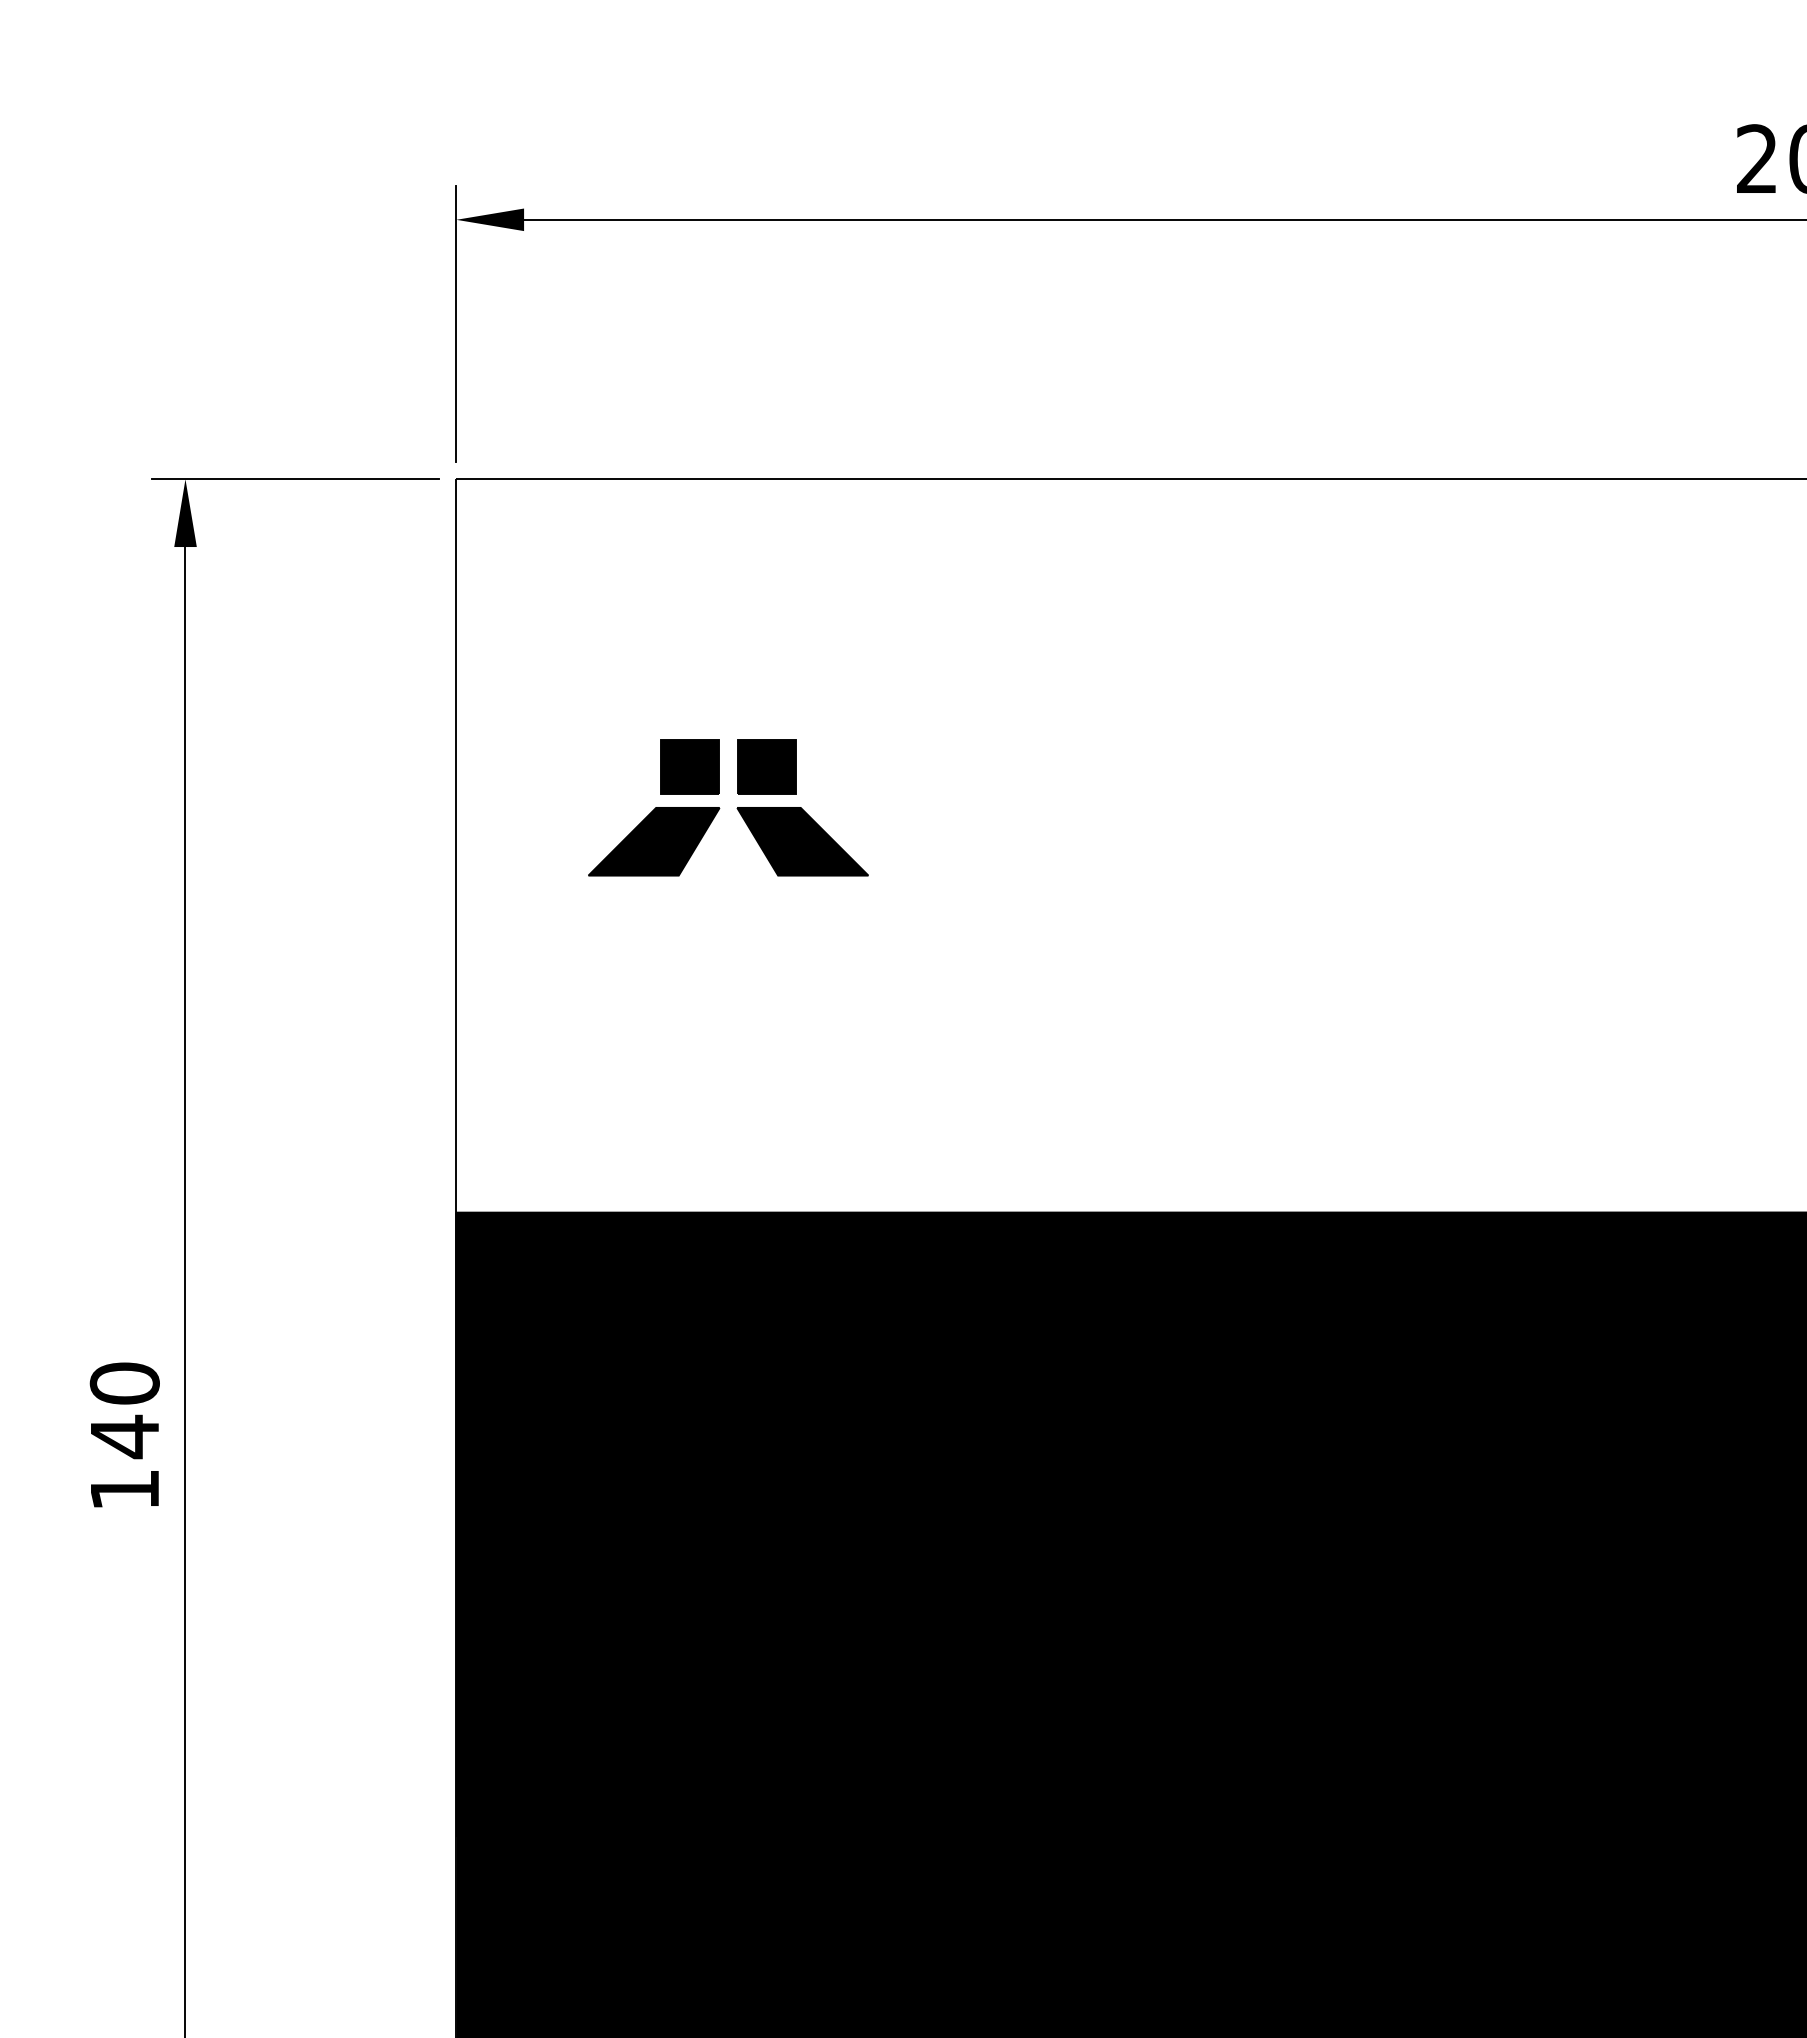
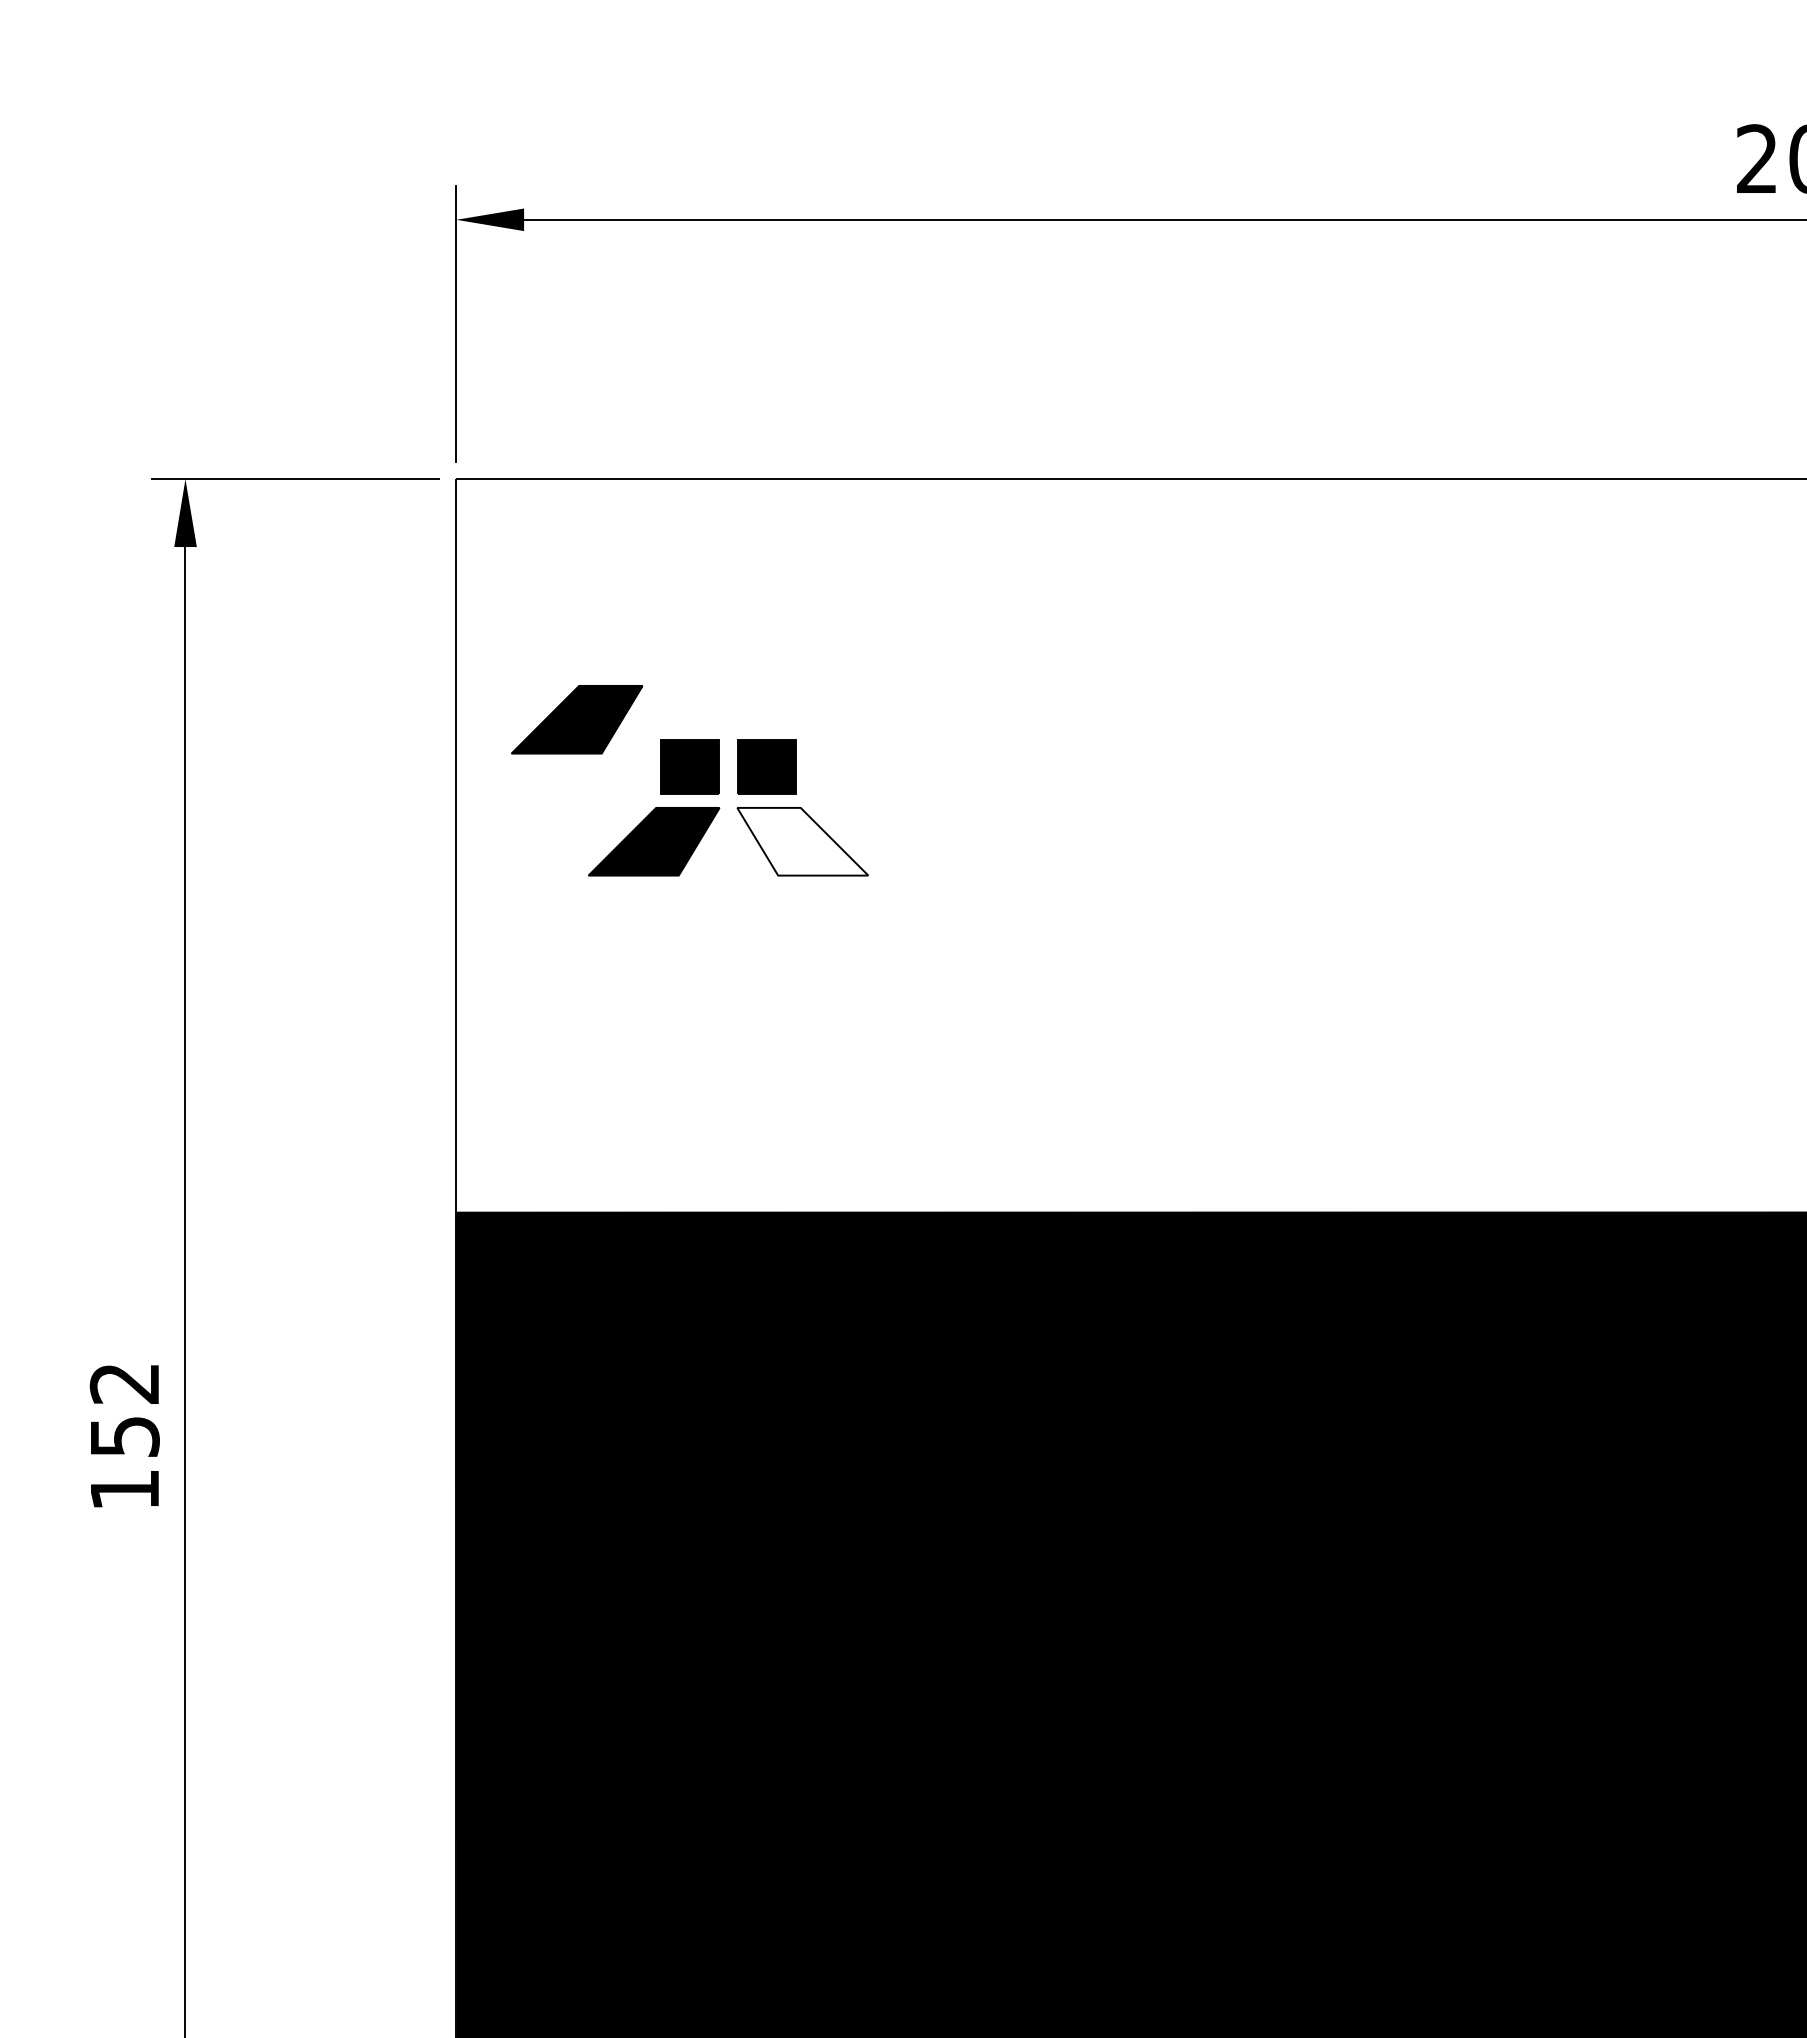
part at (577, 719): none -> present
fill at (802, 841): present -> none
text at (124, 1410): 140 -> 152
